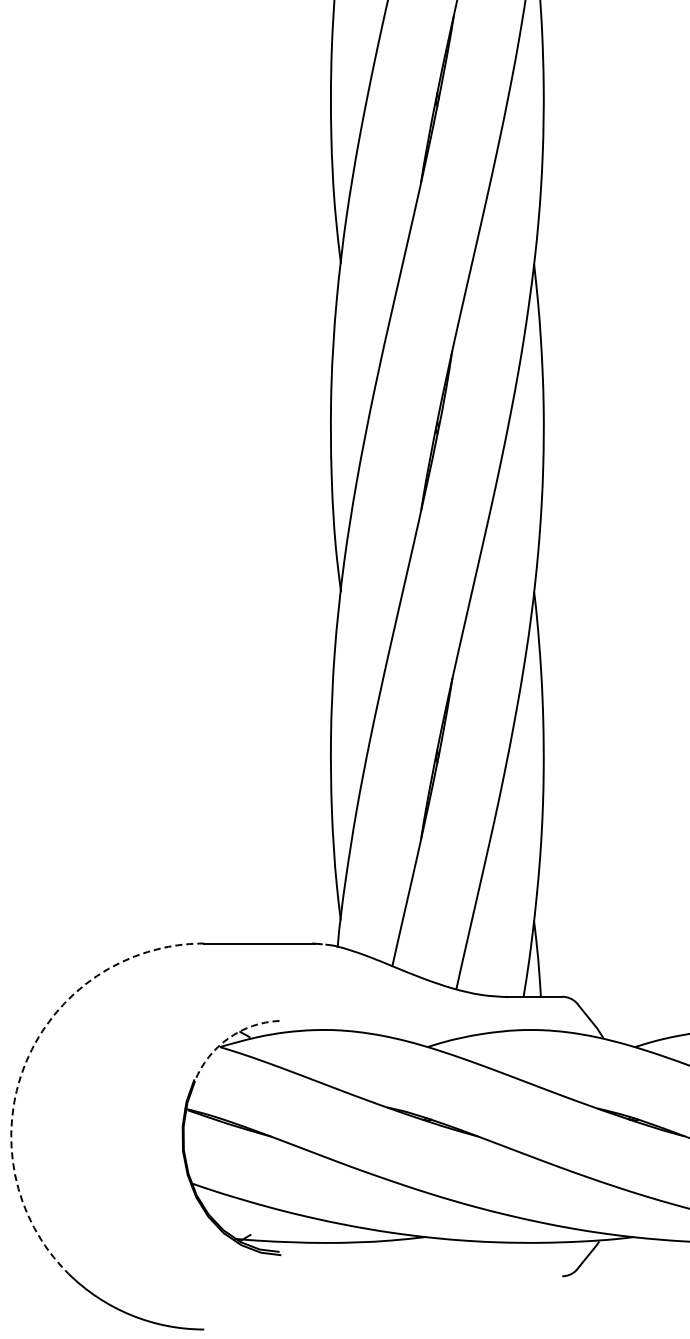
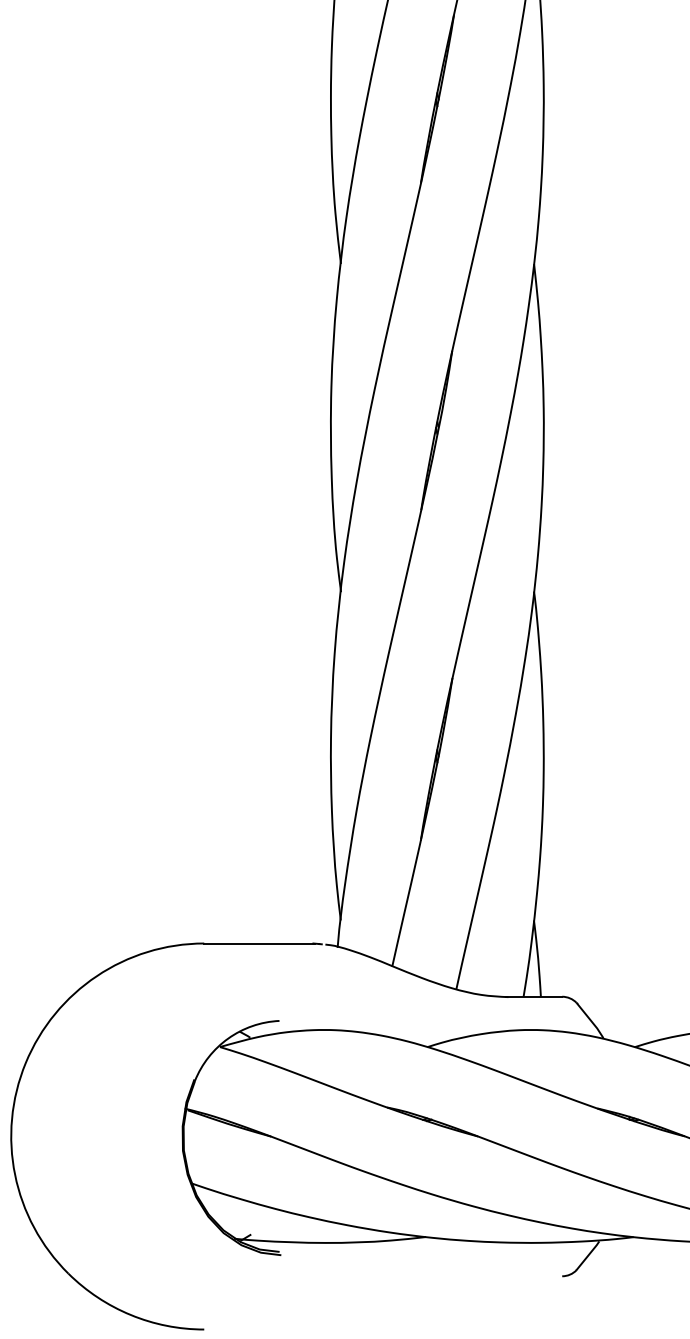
arc at (228, 1038): dashed -> solid
arc at (25, 1063): dashed -> solid
